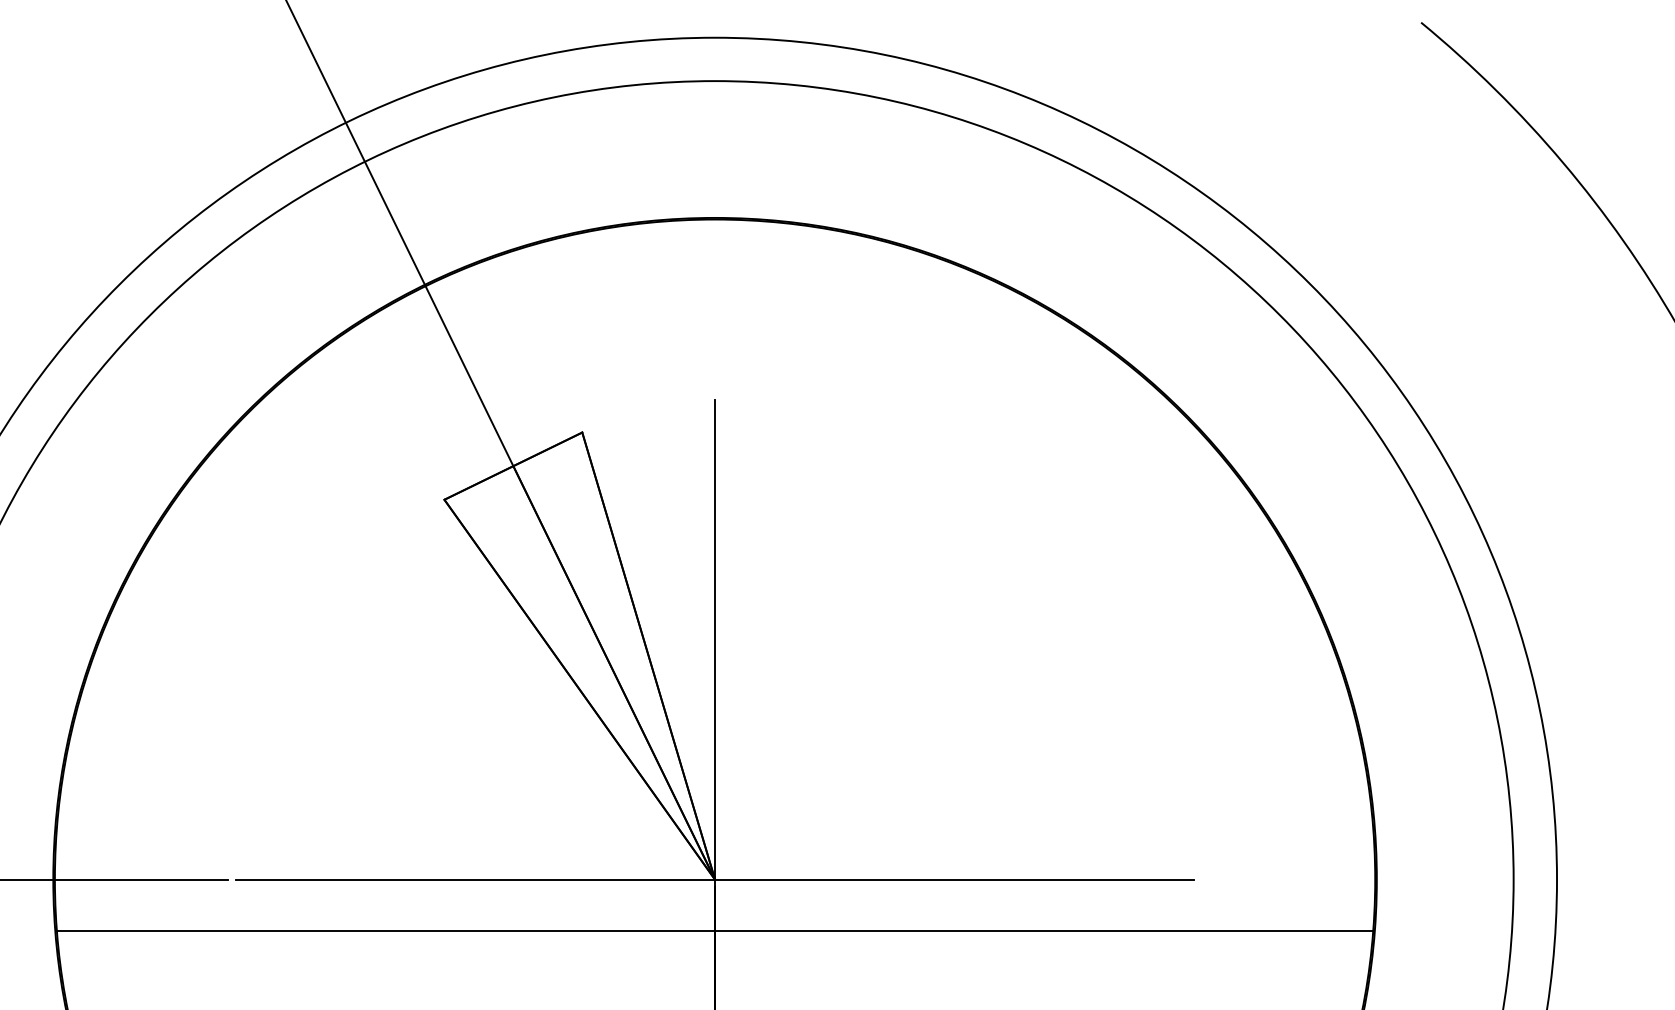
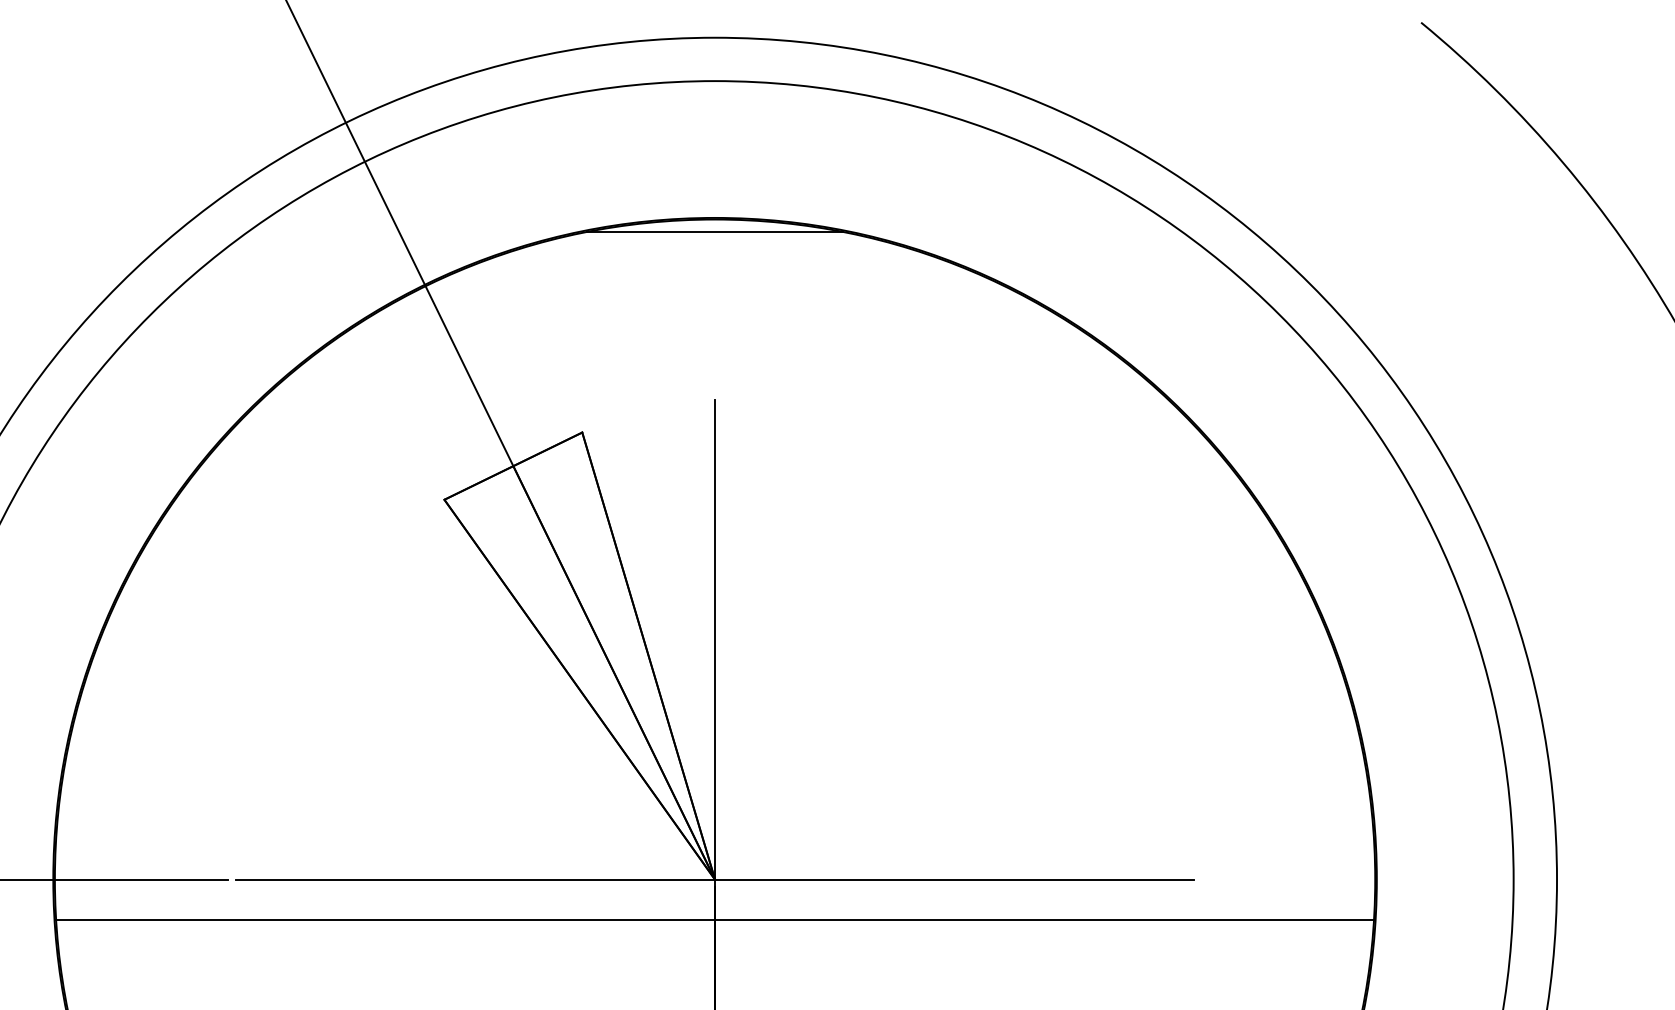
line at (714, 231): none -> present
line at (715, 930) position: (715, 930) -> (715, 919)
